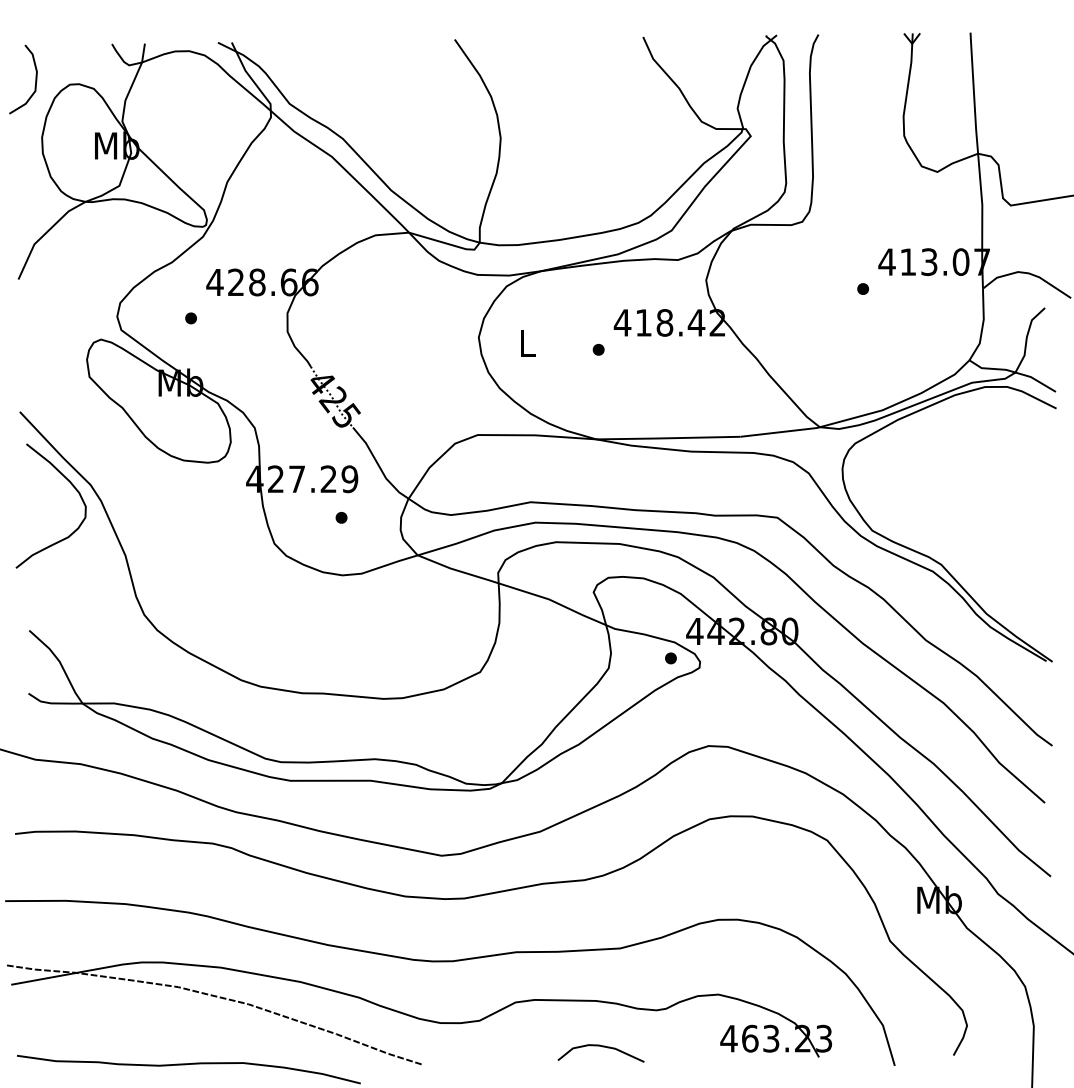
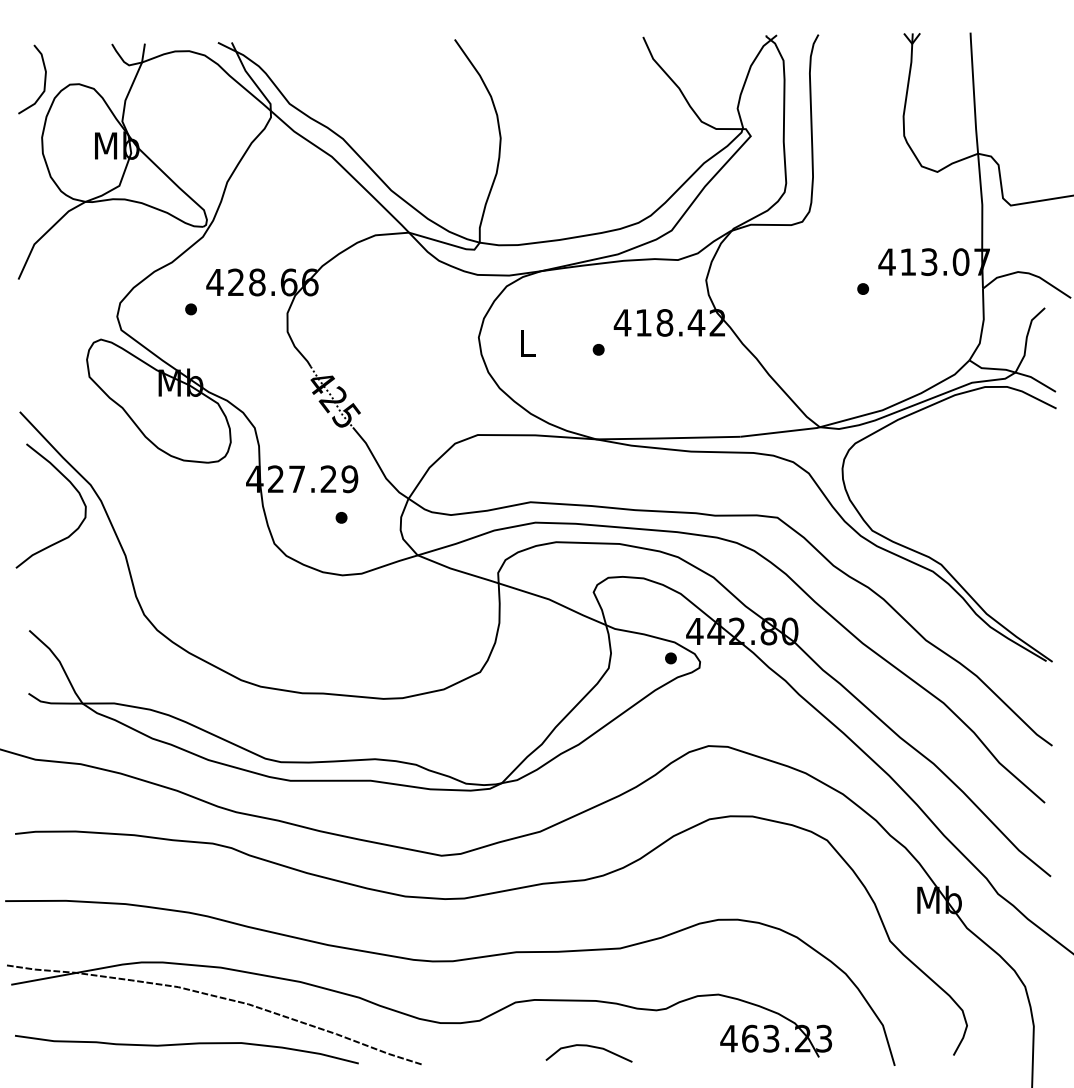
curve at (35, 79) position: (35, 79) -> (44, 79)
part at (190, 318) position: (190, 318) -> (190, 309)
curve at (602, 1047) position: (602, 1047) -> (590, 1047)
curve at (186, 1065) position: (186, 1065) -> (184, 1045)
